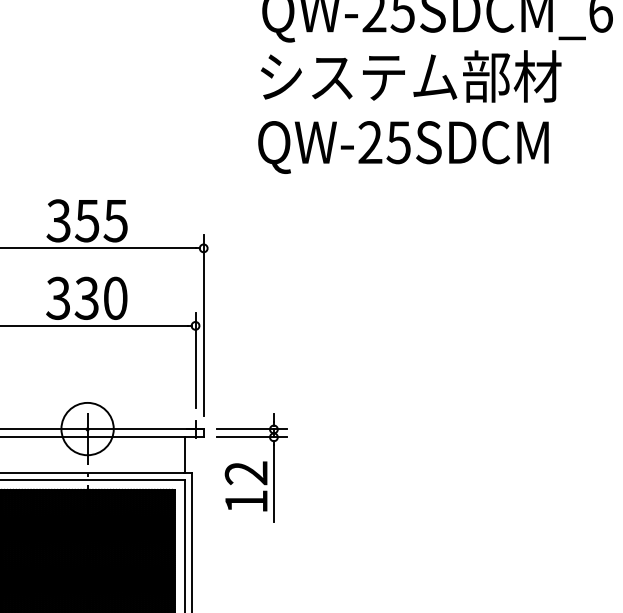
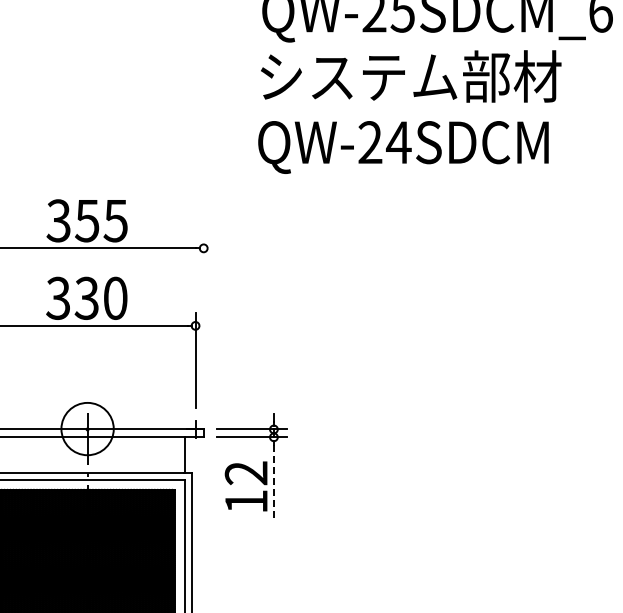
text at (398, 142): QW-25SDCM -> QW-24SDCM
line at (203, 325): present -> none
line at (273, 483): solid -> dashed
